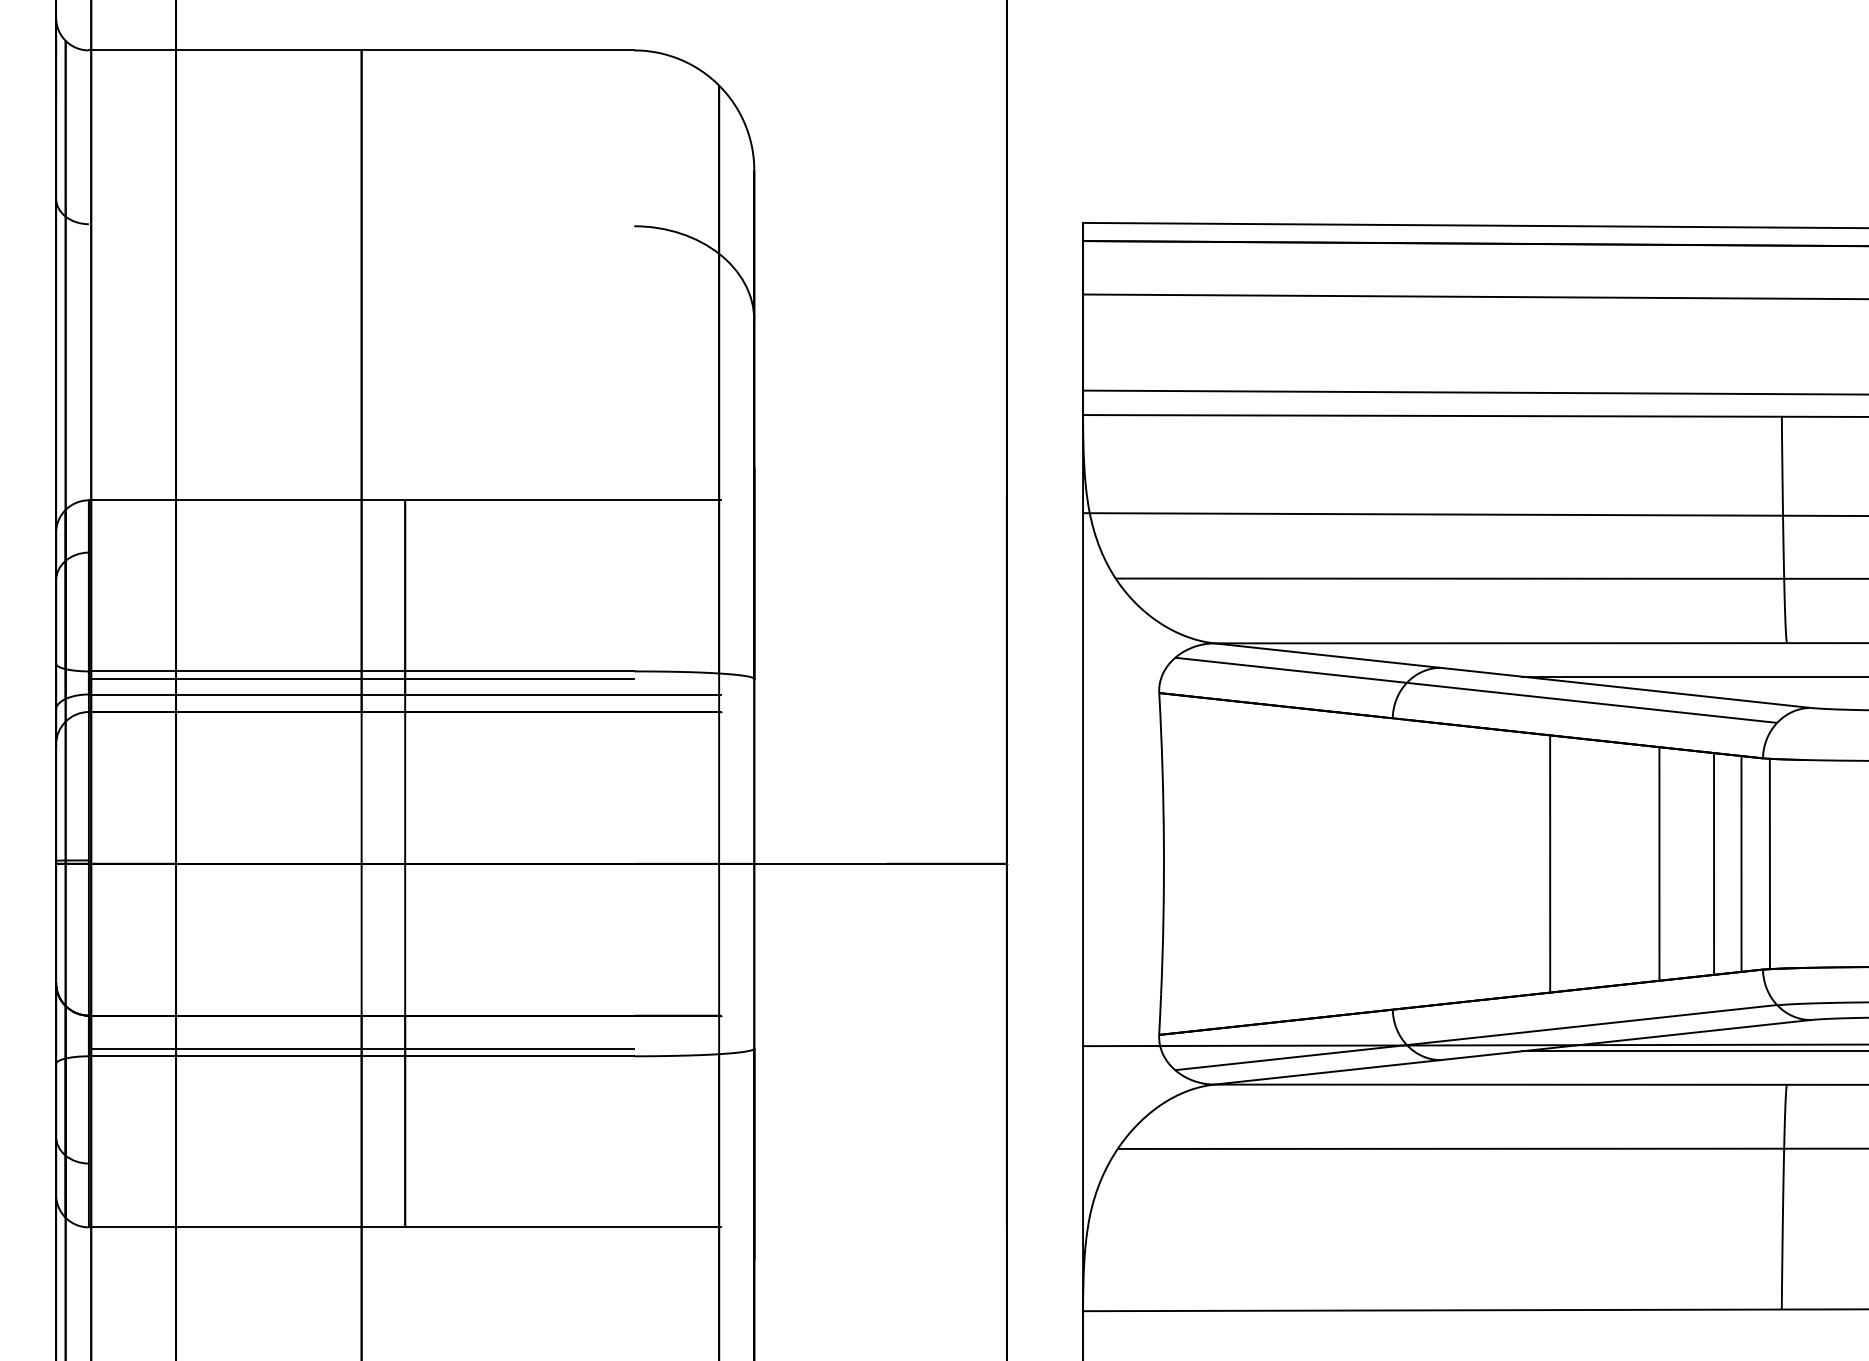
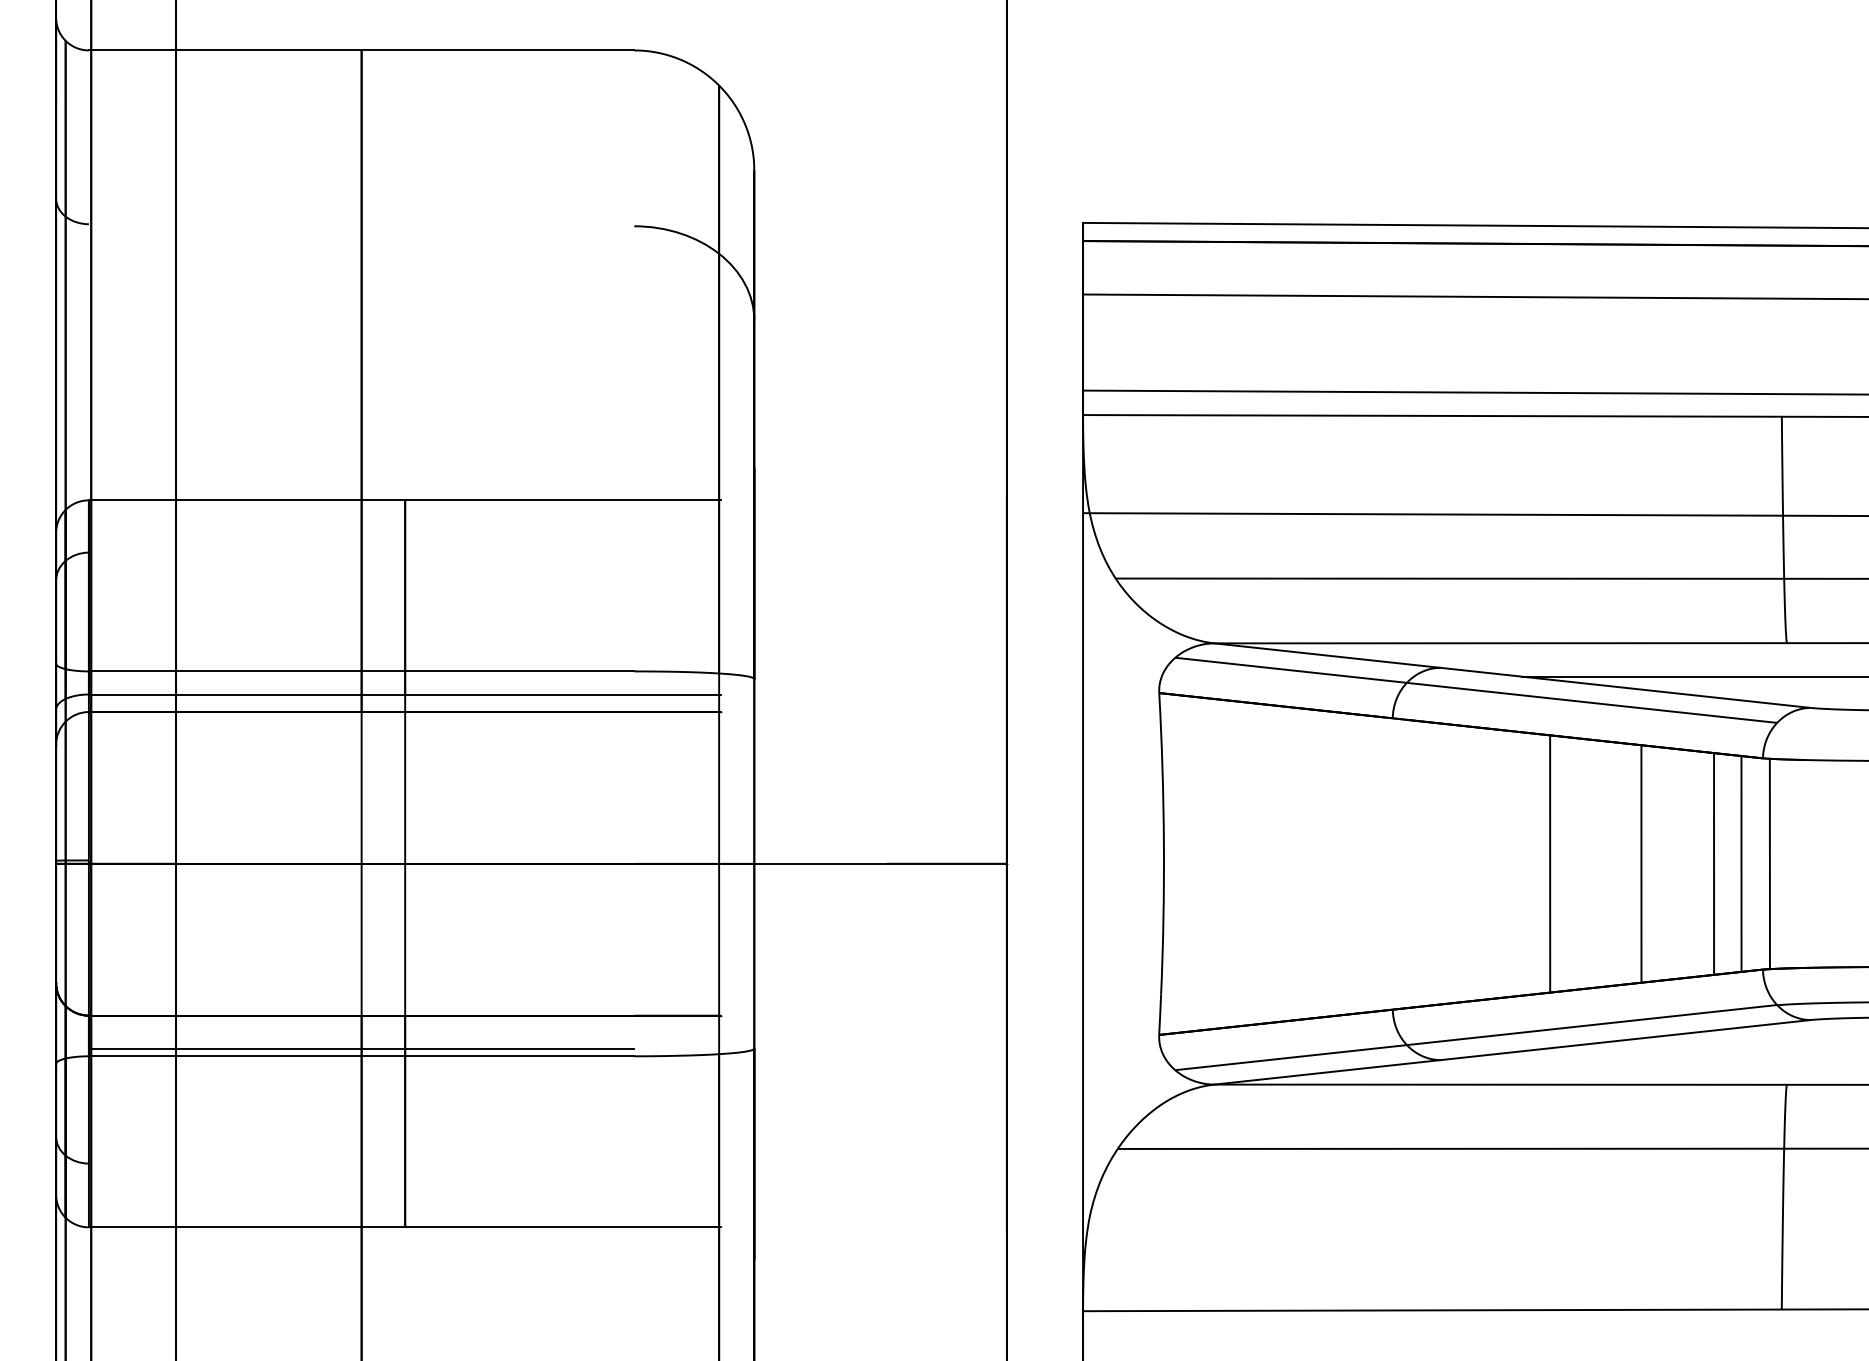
line at (361, 679): present -> none
line at (1659, 863) position: (1659, 863) -> (1641, 863)
line at (1474, 1045): present -> none
line at (1693, 1051): present -> none
